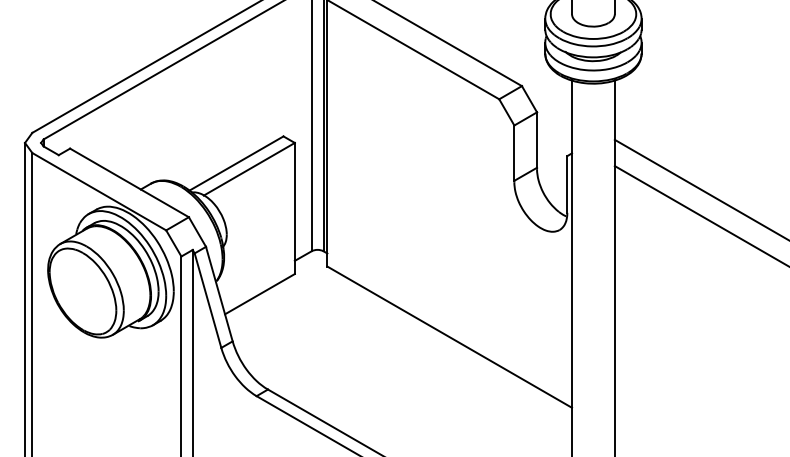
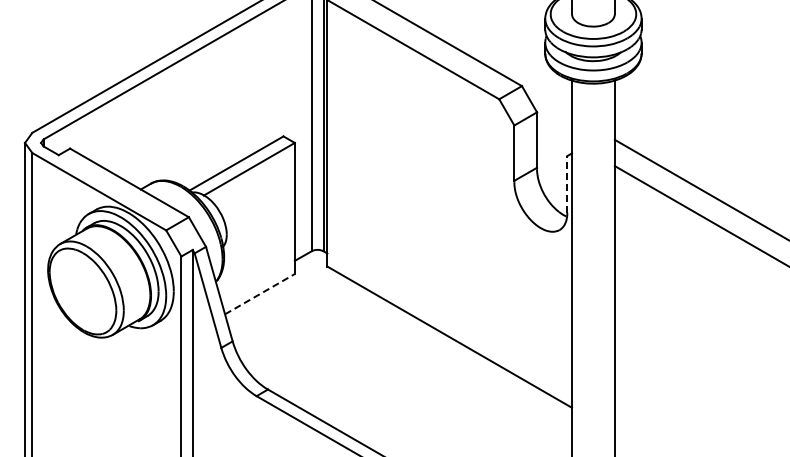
line at (567, 183): solid -> dashed
line at (260, 293): solid -> dashed
